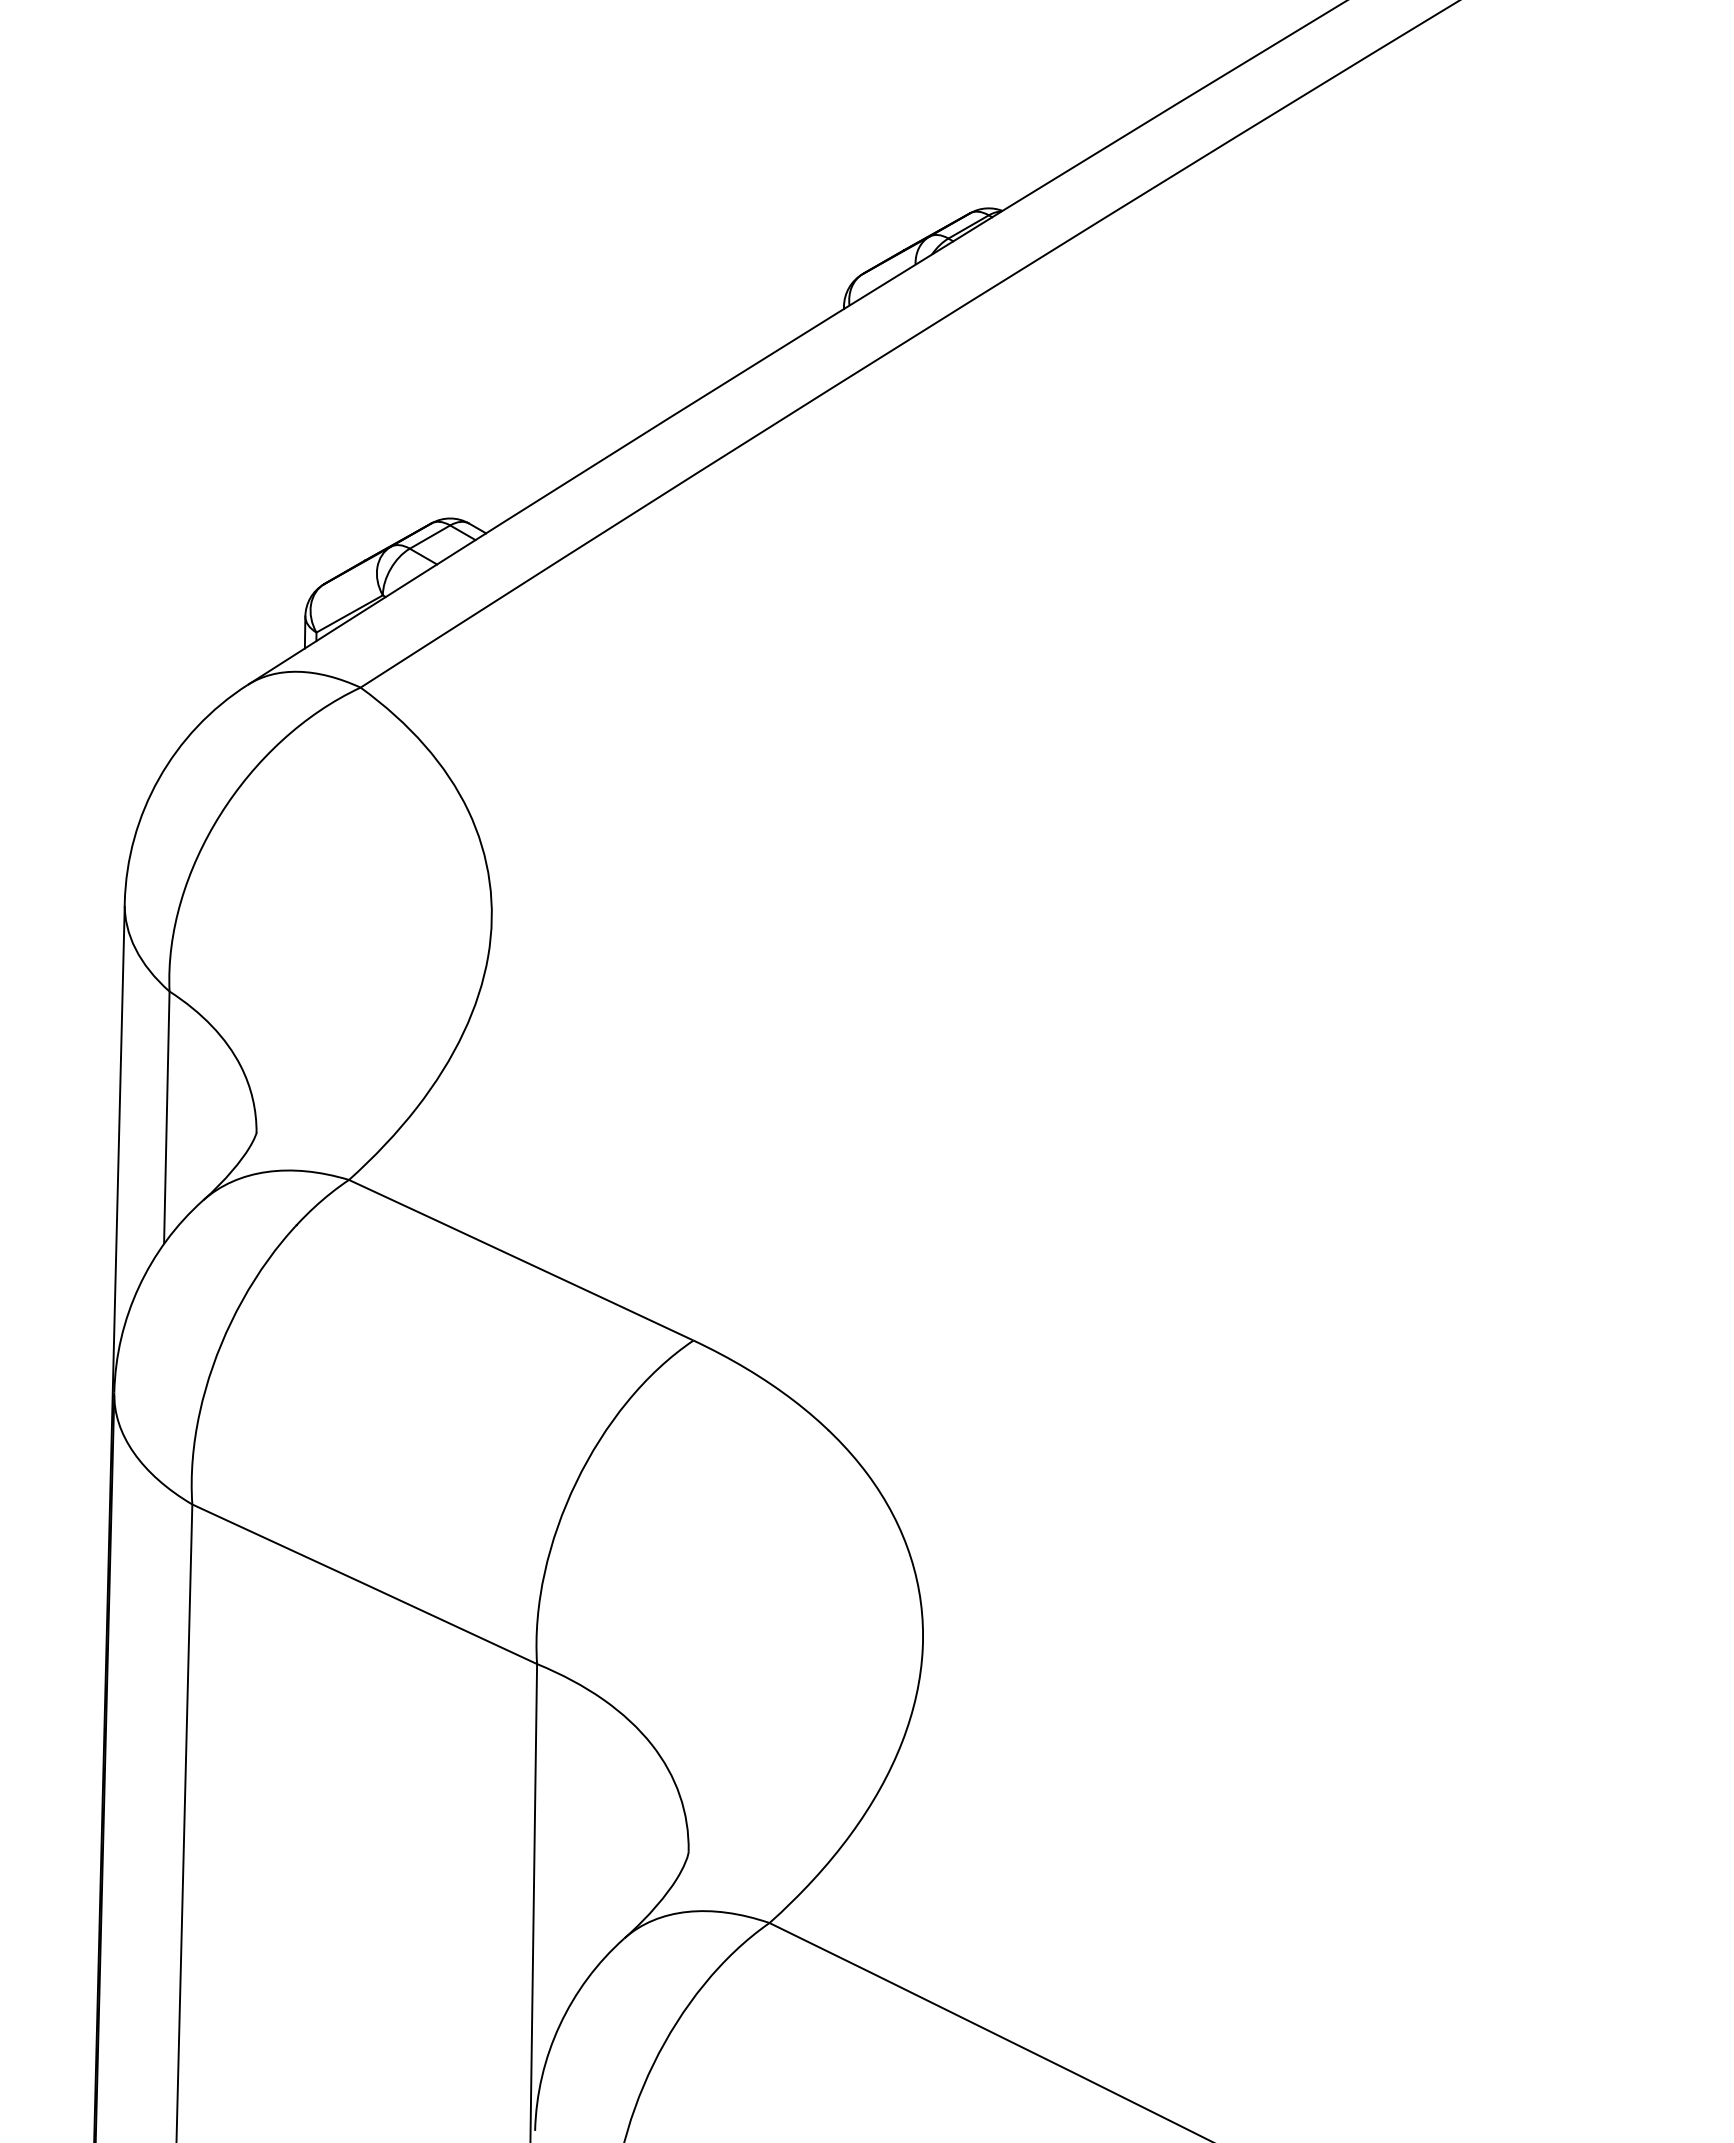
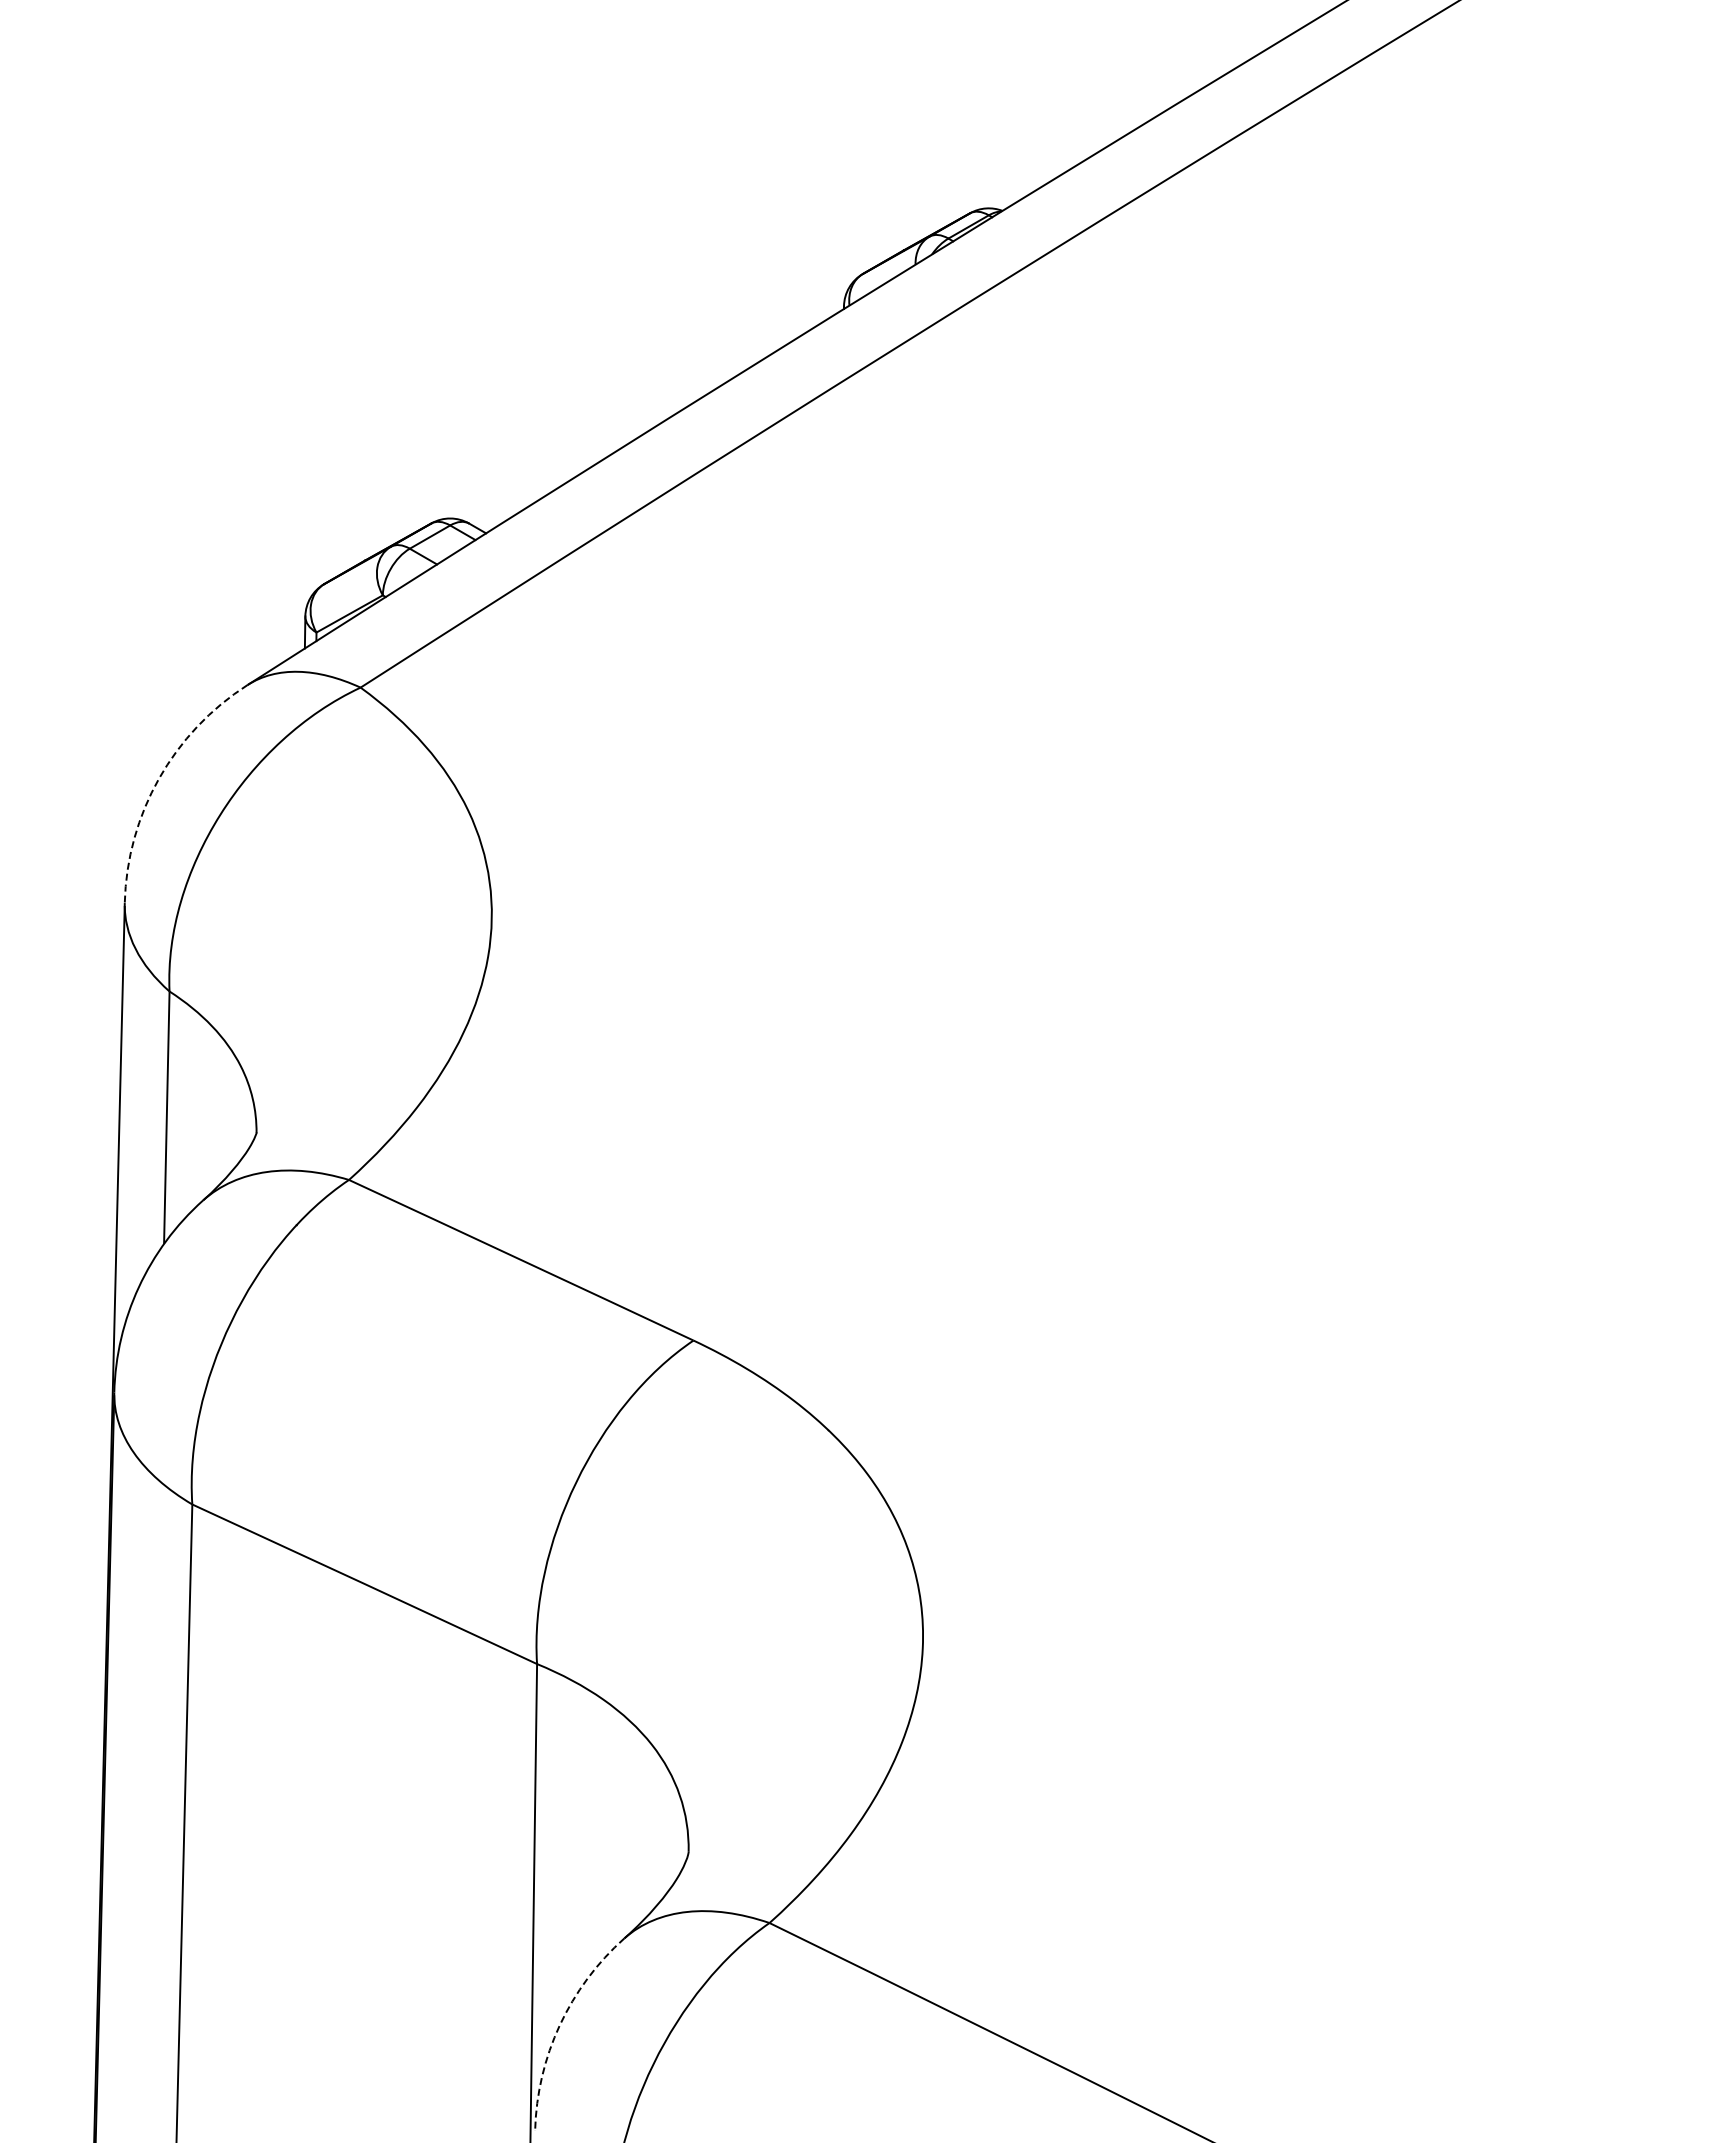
arc at (159, 778): solid -> dashed
arc at (559, 2025): solid -> dashed
